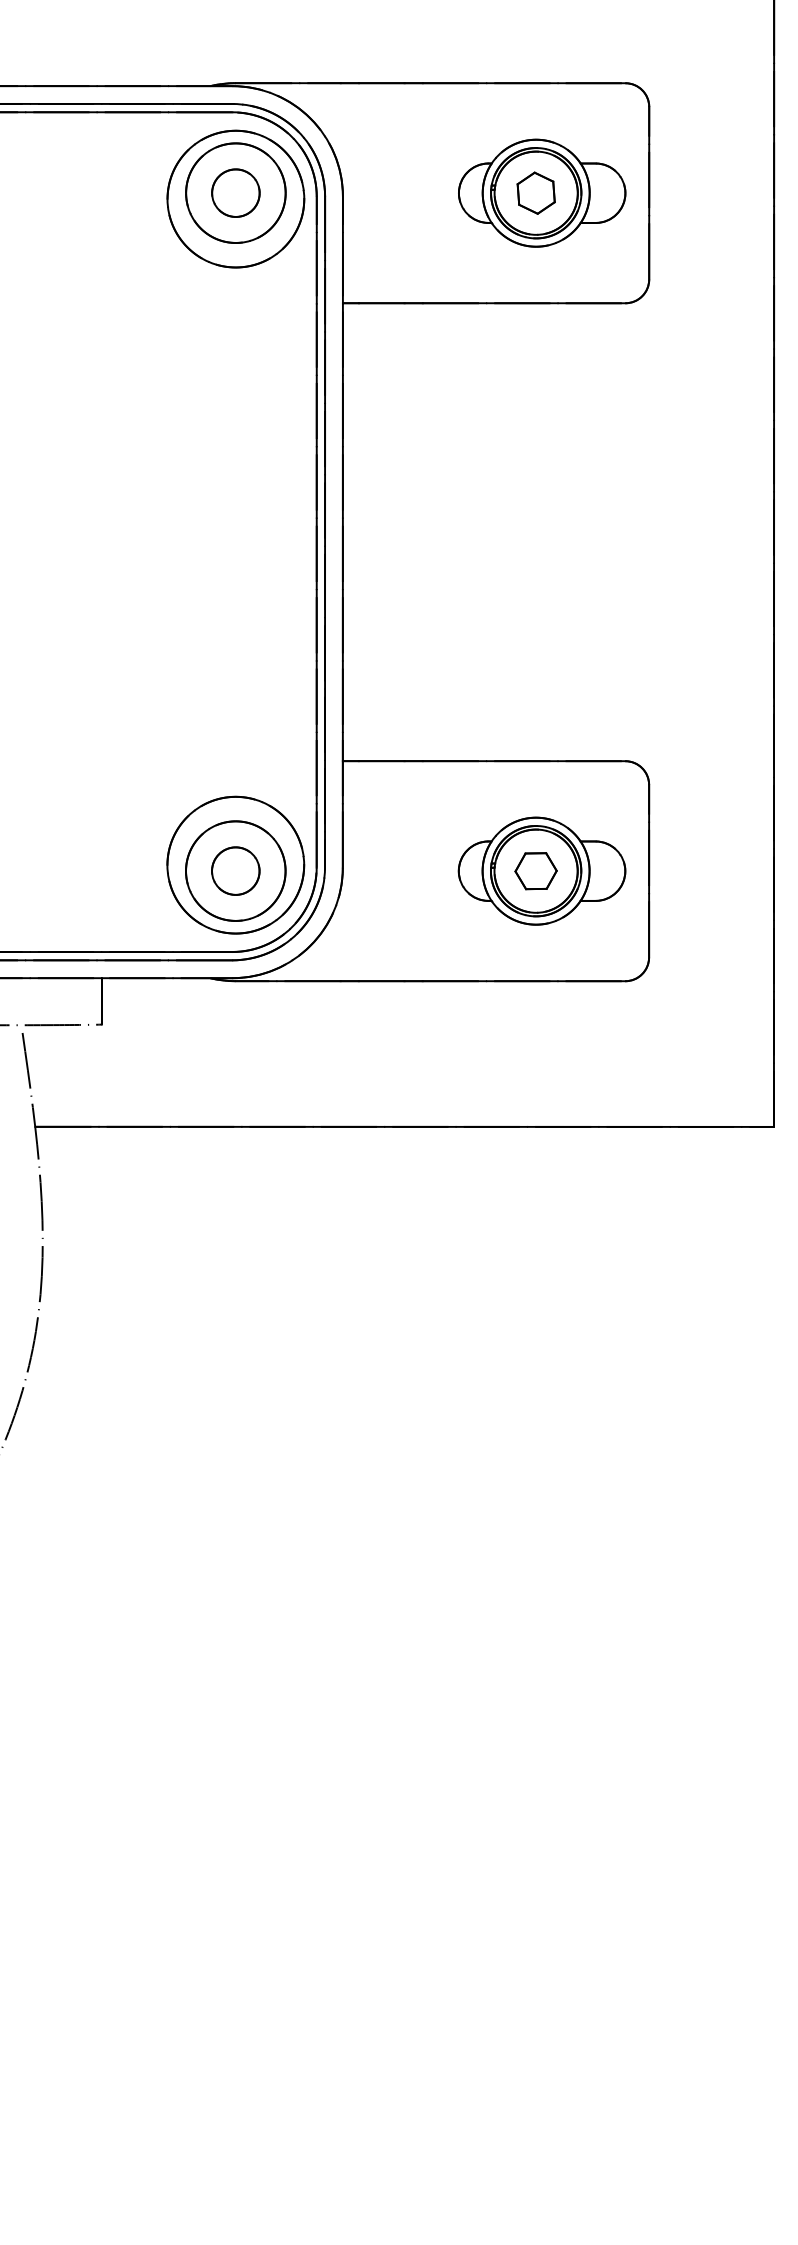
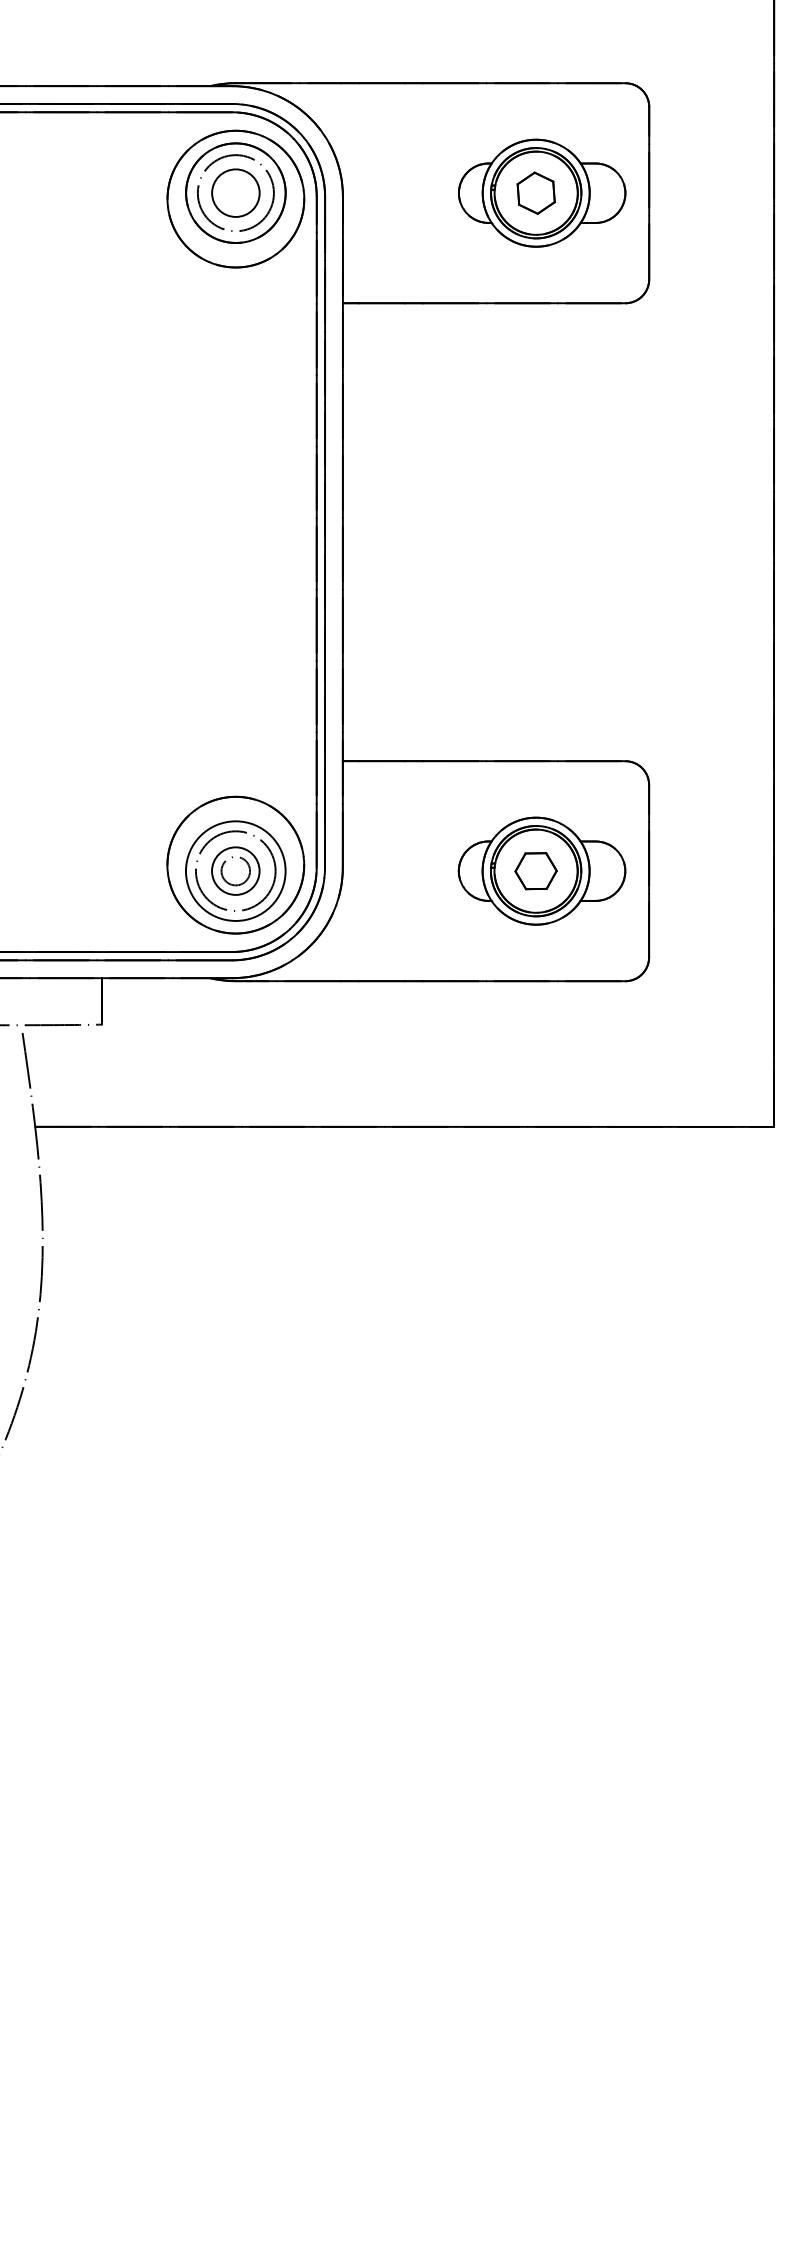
circle at (235, 192) diameter: 48 px -> 76 px
circle at (235, 870) diameter: 100 px -> 80 px
circle at (235, 870) diameter: 48 px -> 29 px
